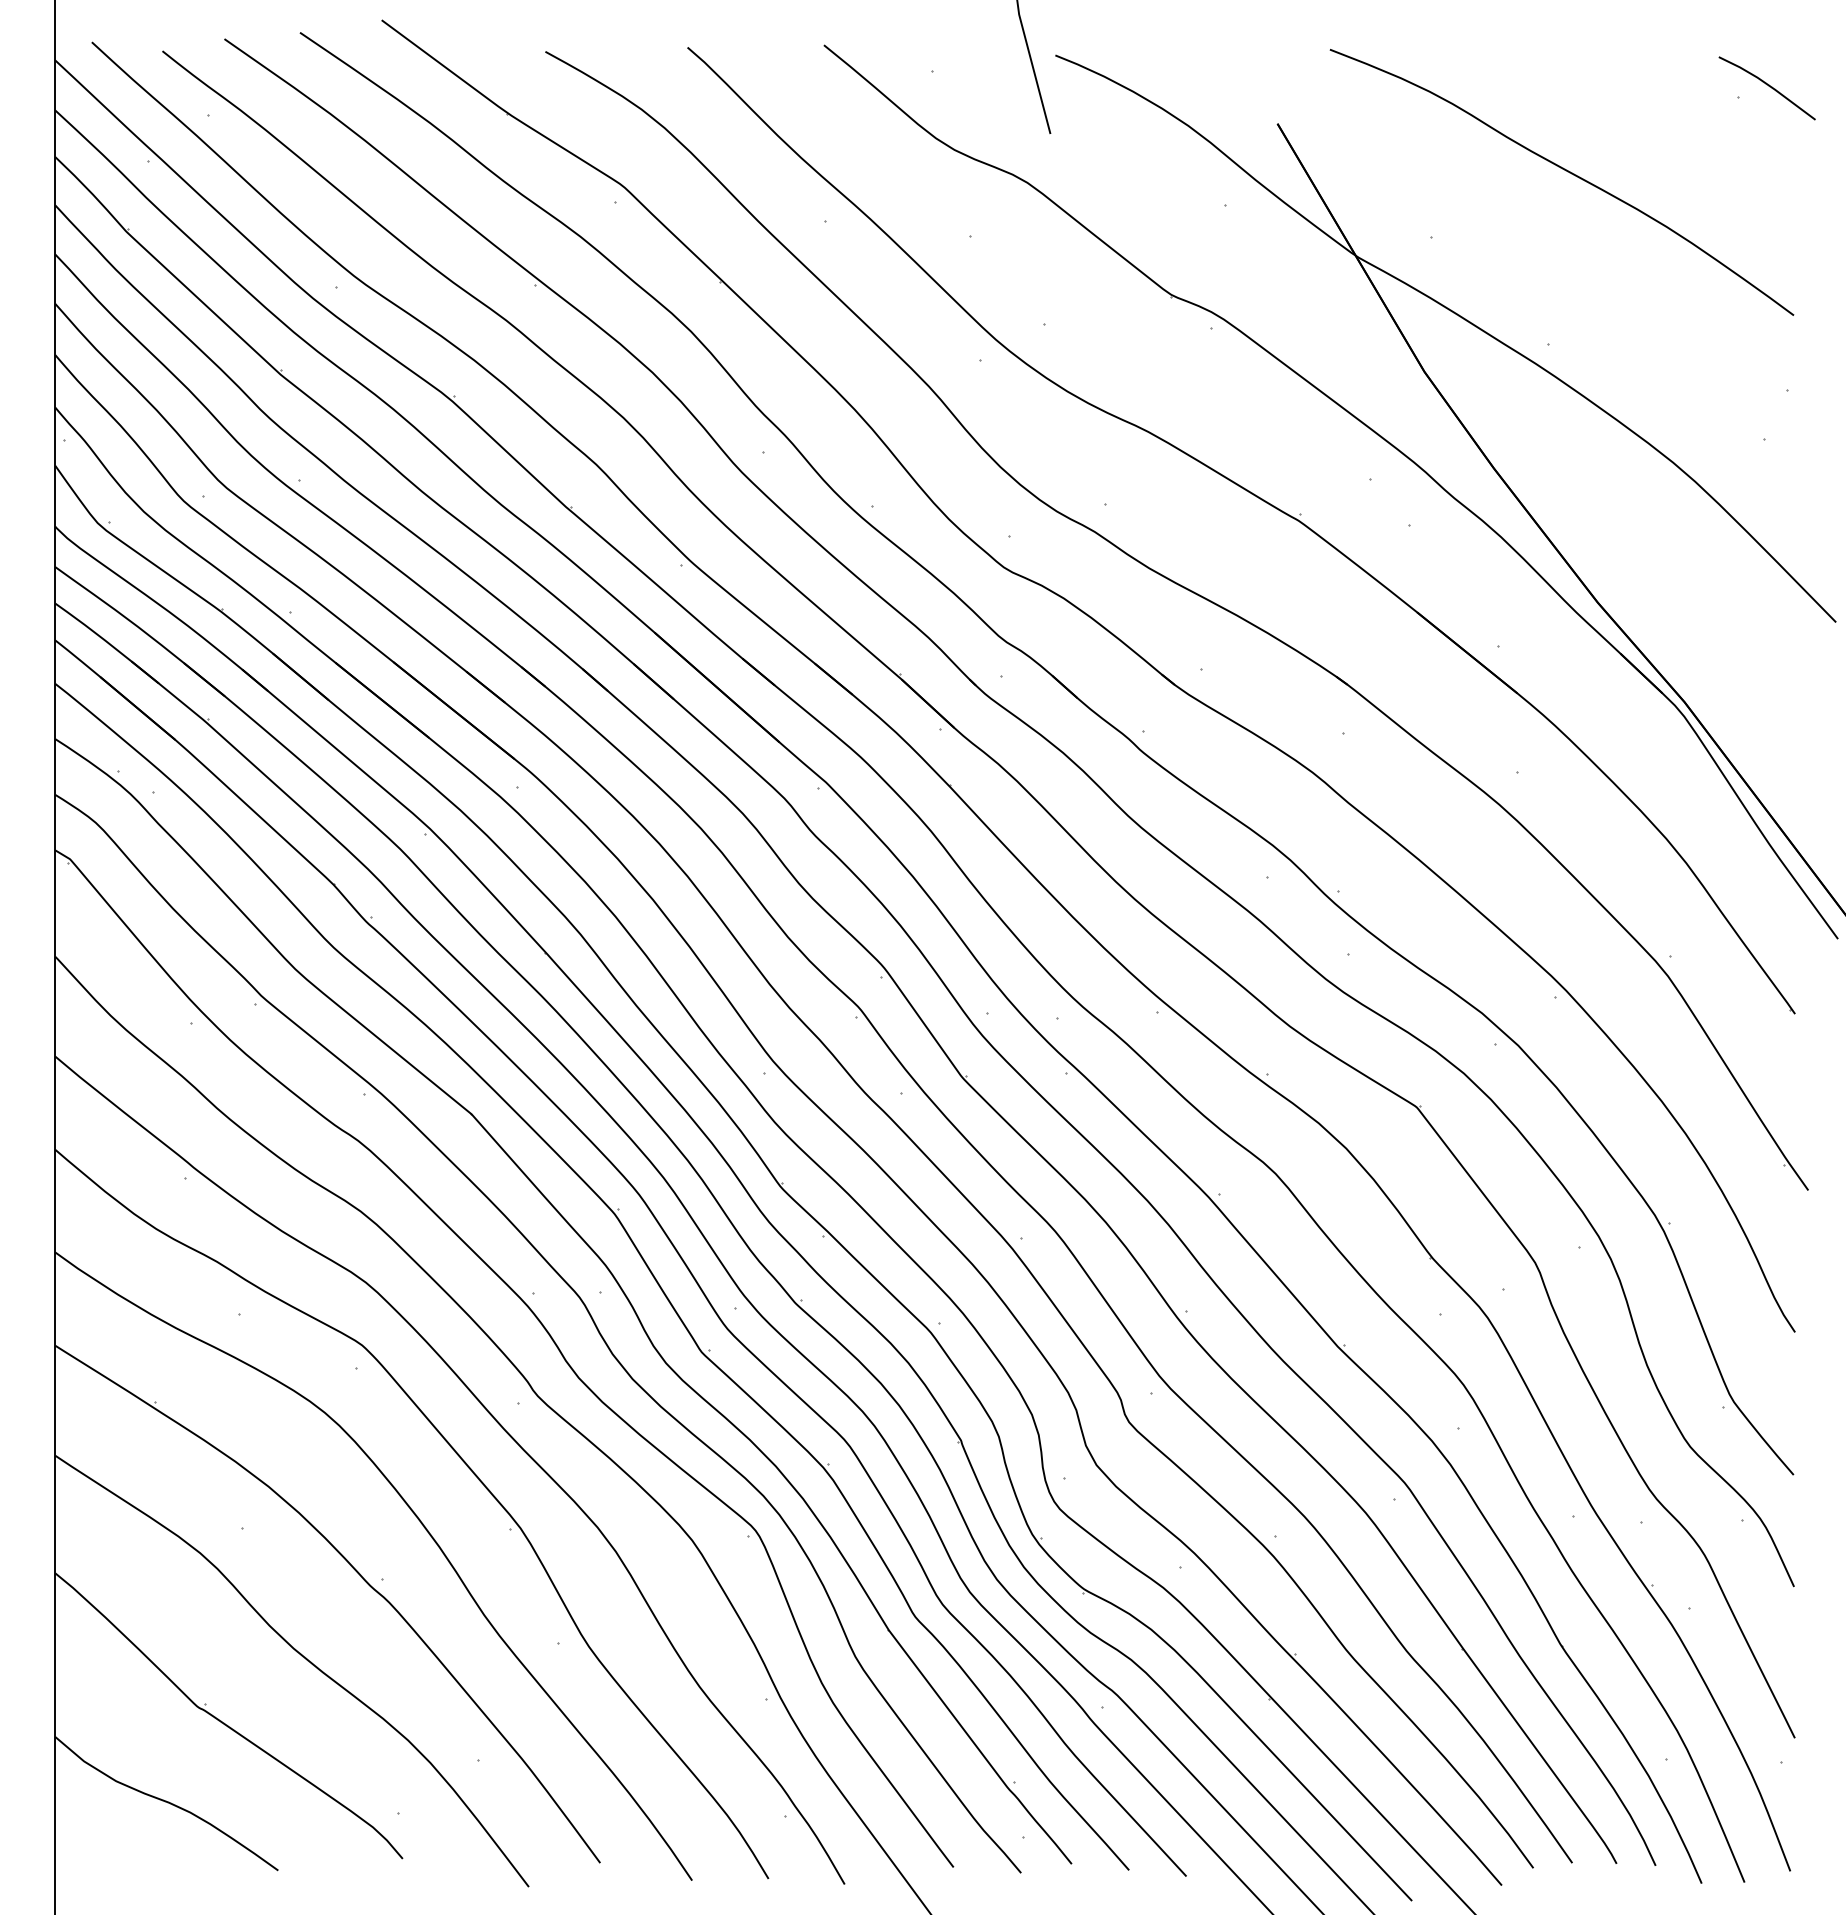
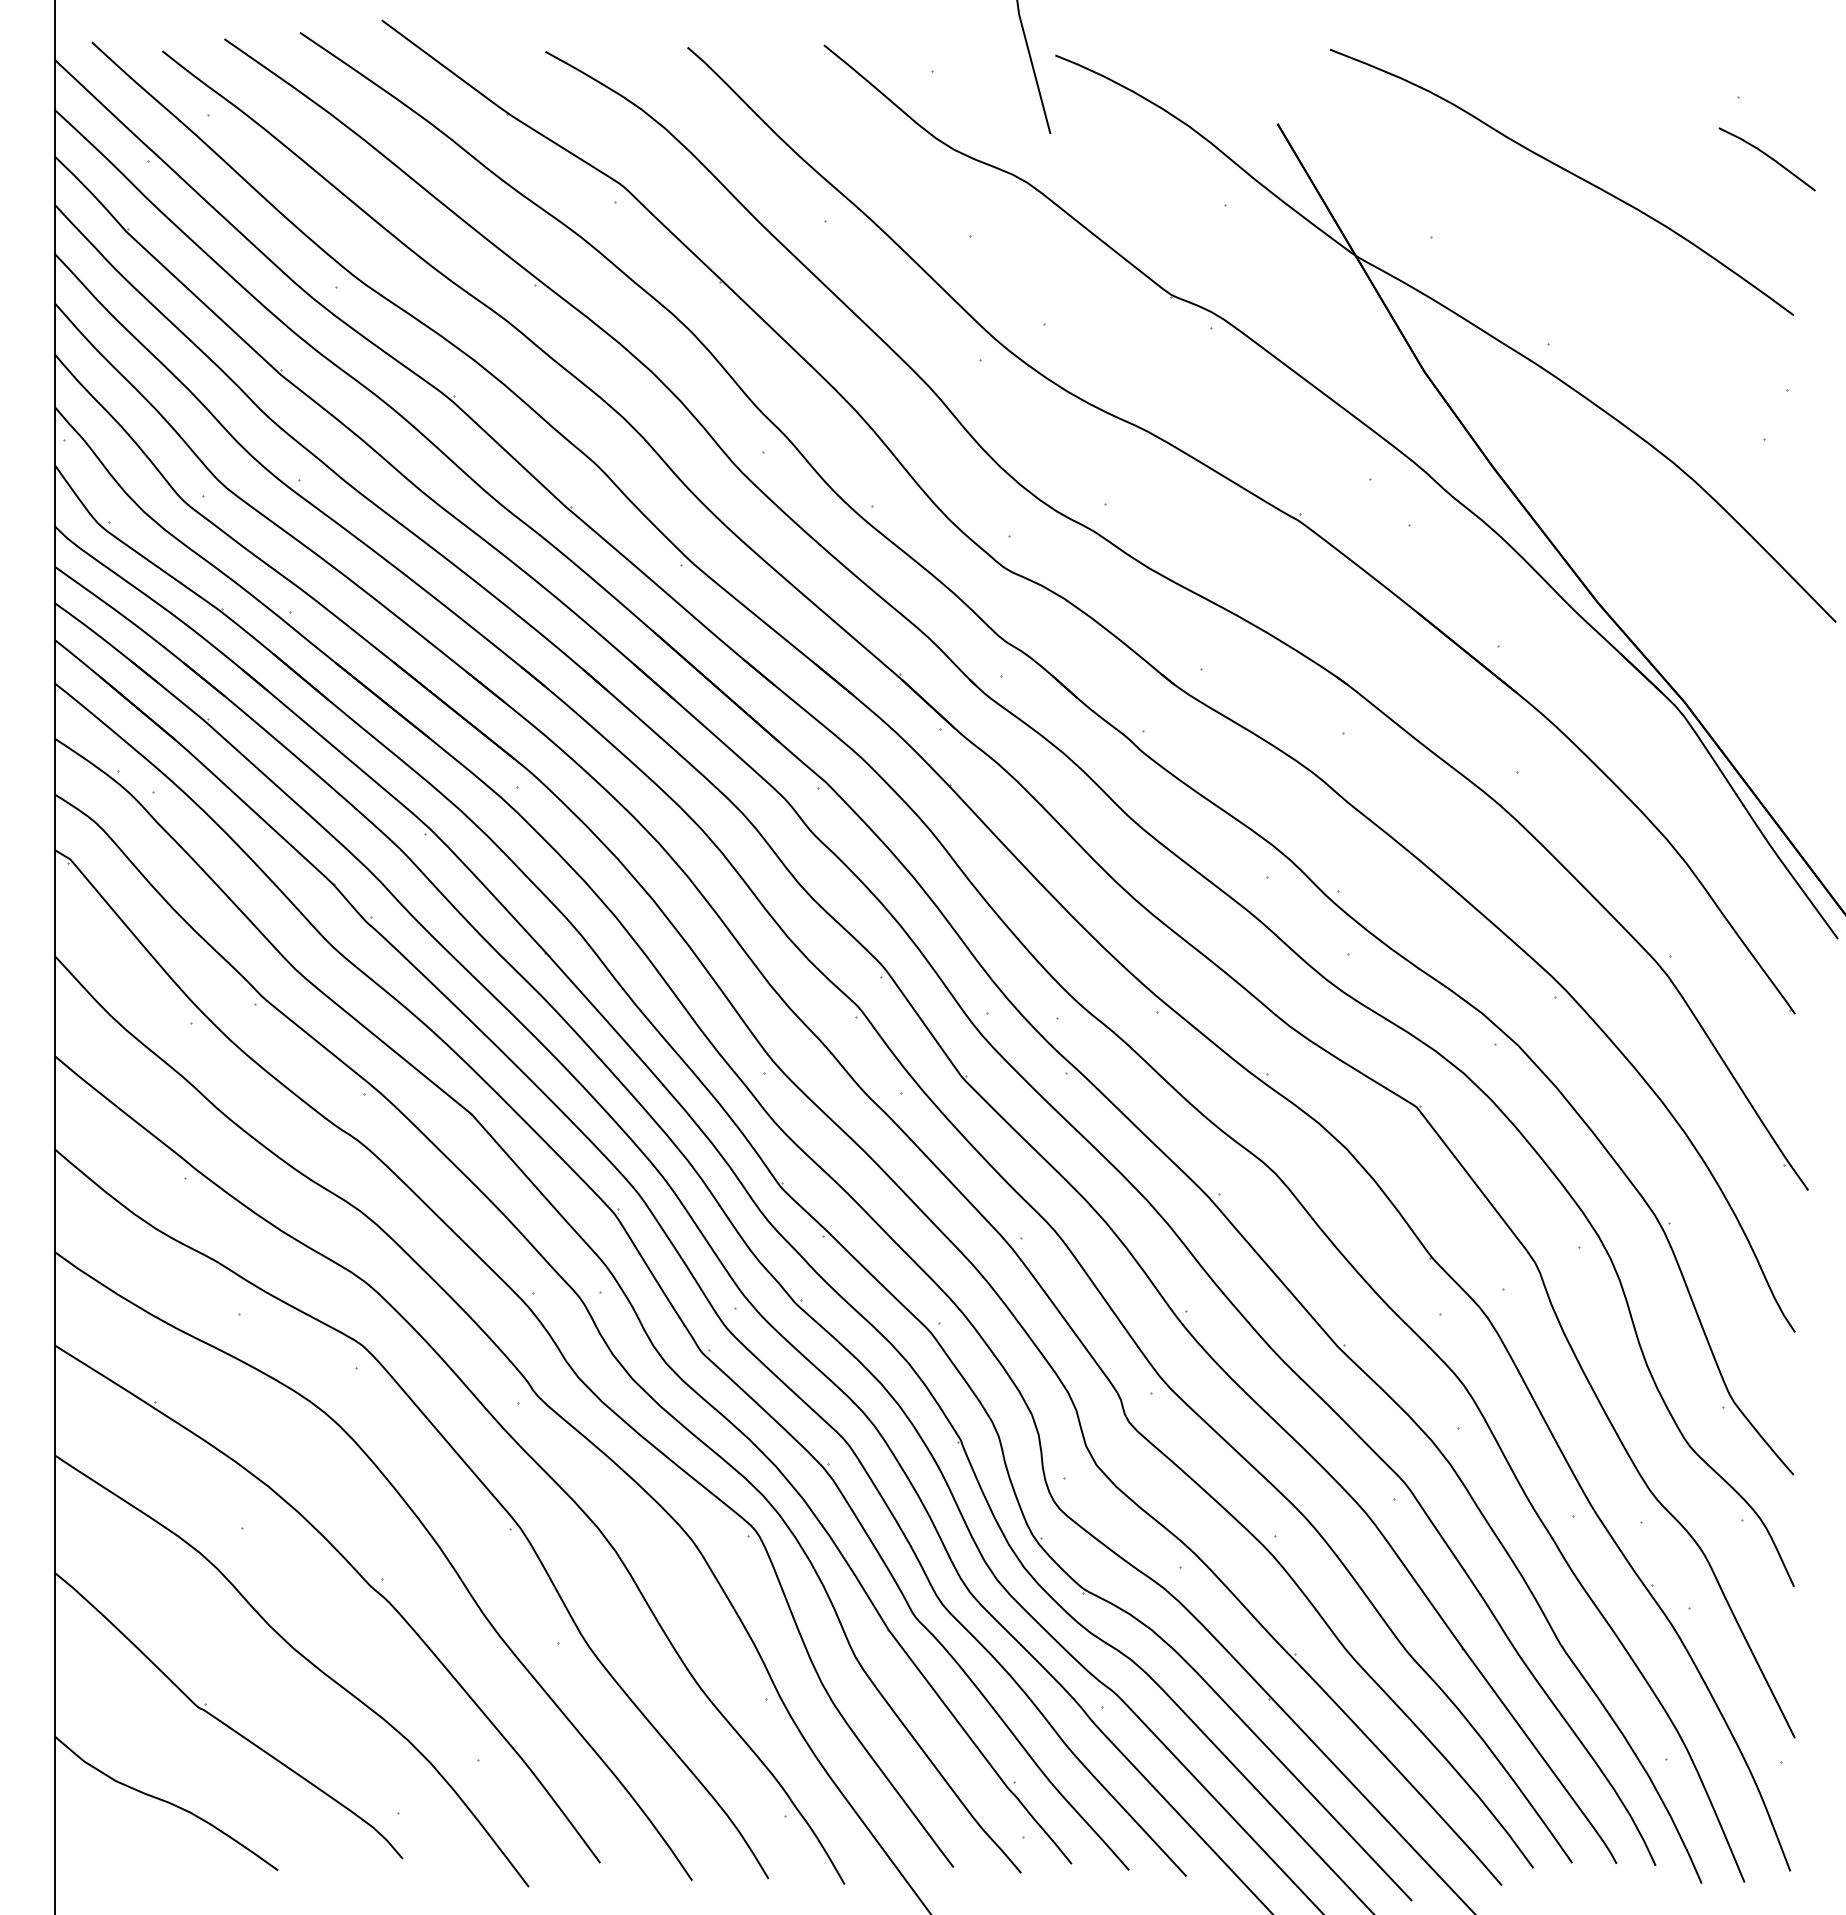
line at (1768, 86) position: (1768, 86) -> (1768, 157)
